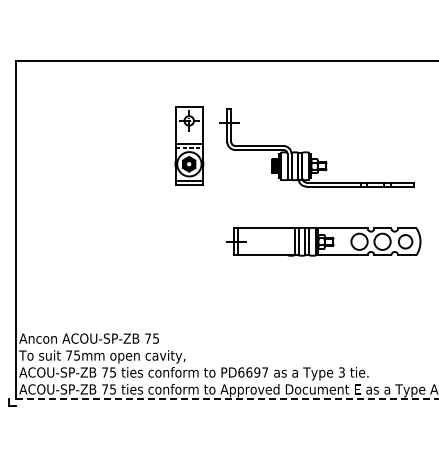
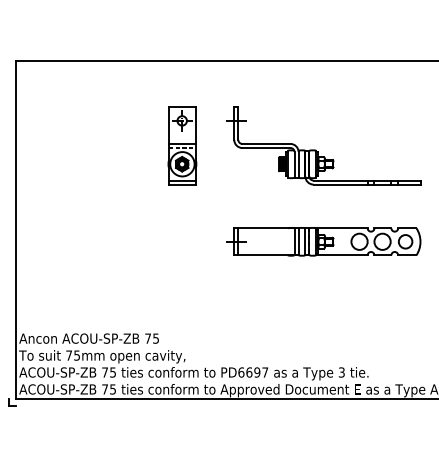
part at (189, 145) position: (189, 145) -> (182, 145)
part at (311, 153) position: (311, 153) -> (318, 151)
line at (227, 399): dashed -> solid
